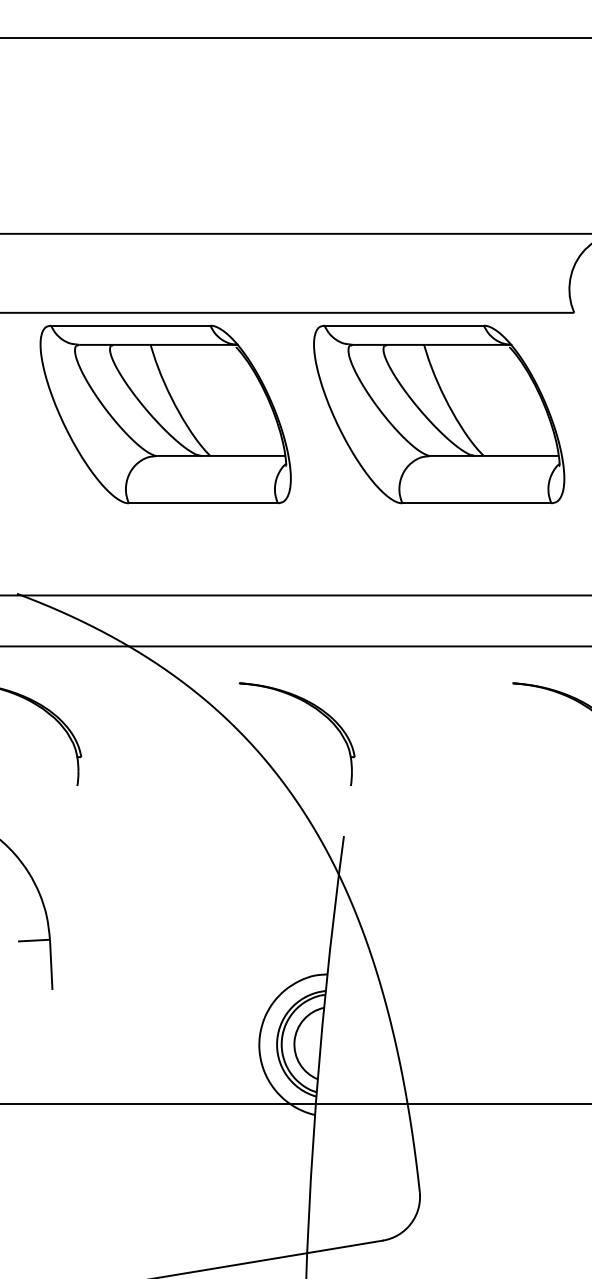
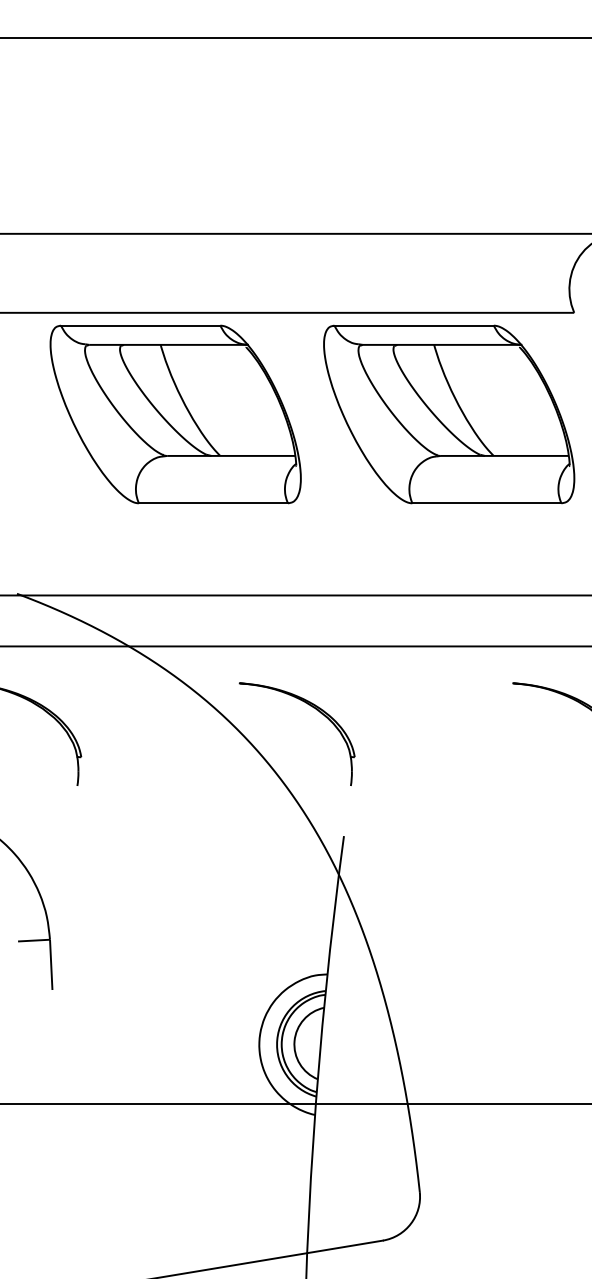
part at (165, 414) position: (165, 414) -> (175, 414)
part at (439, 414) position: (439, 414) -> (449, 414)
